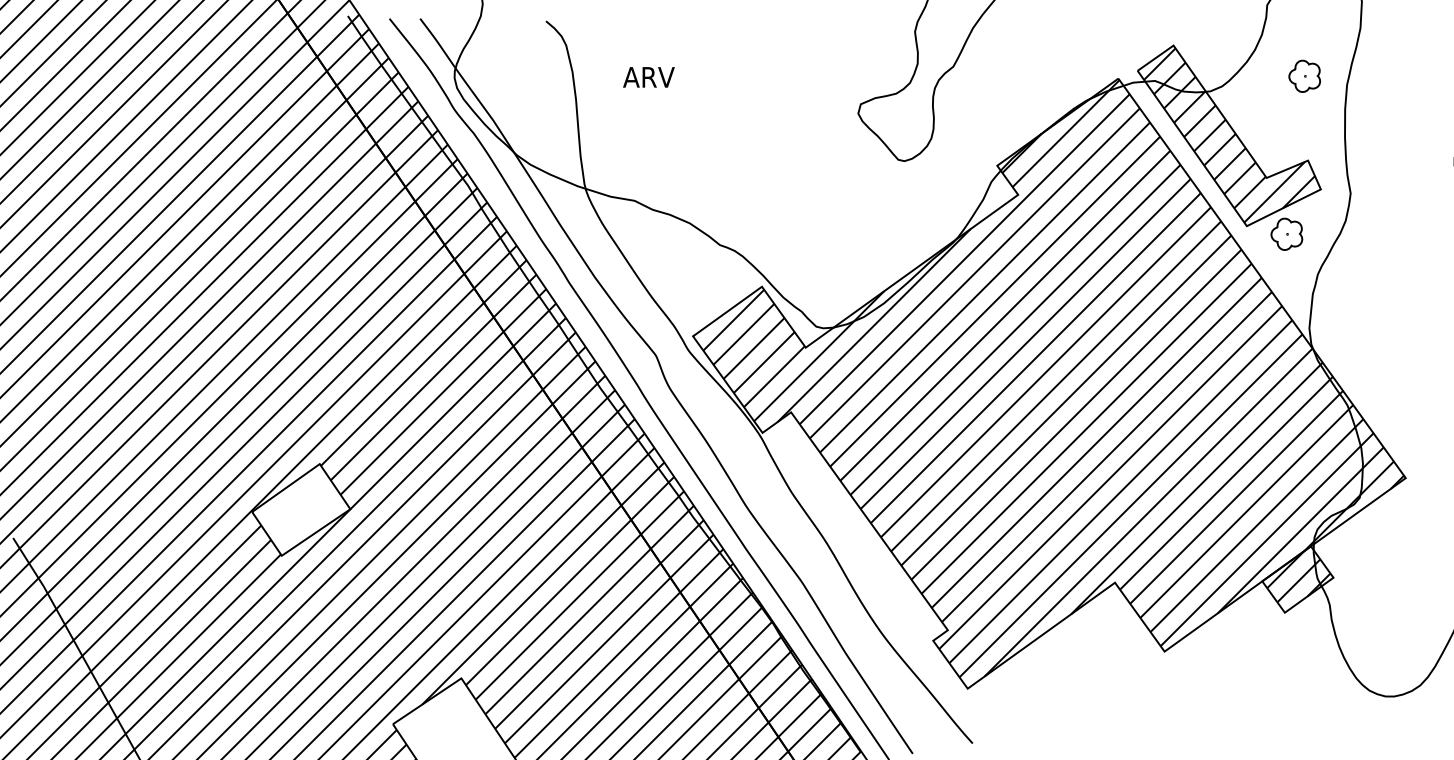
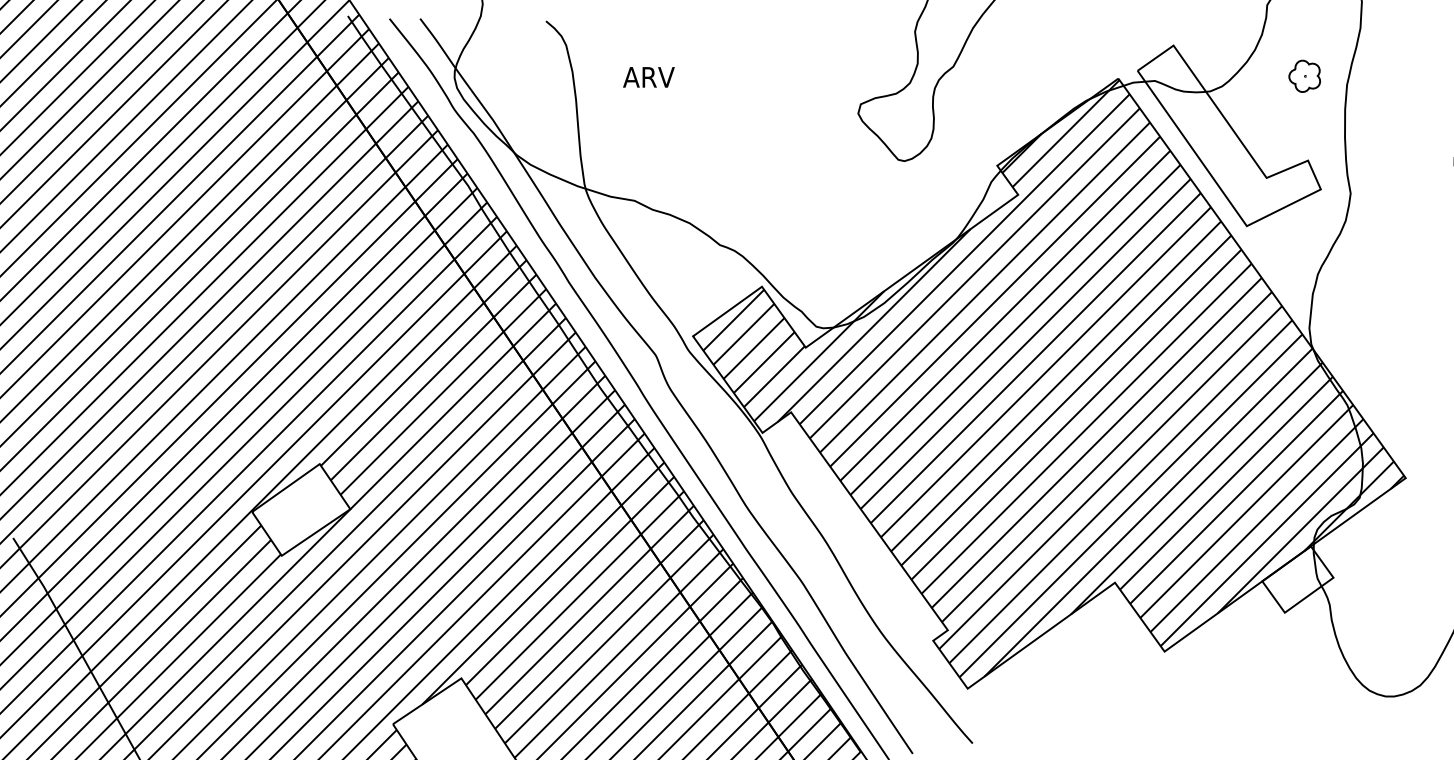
hatch at (1229, 135): present -> none
part at (1286, 233): present -> none
hatch at (1298, 576): present -> none
